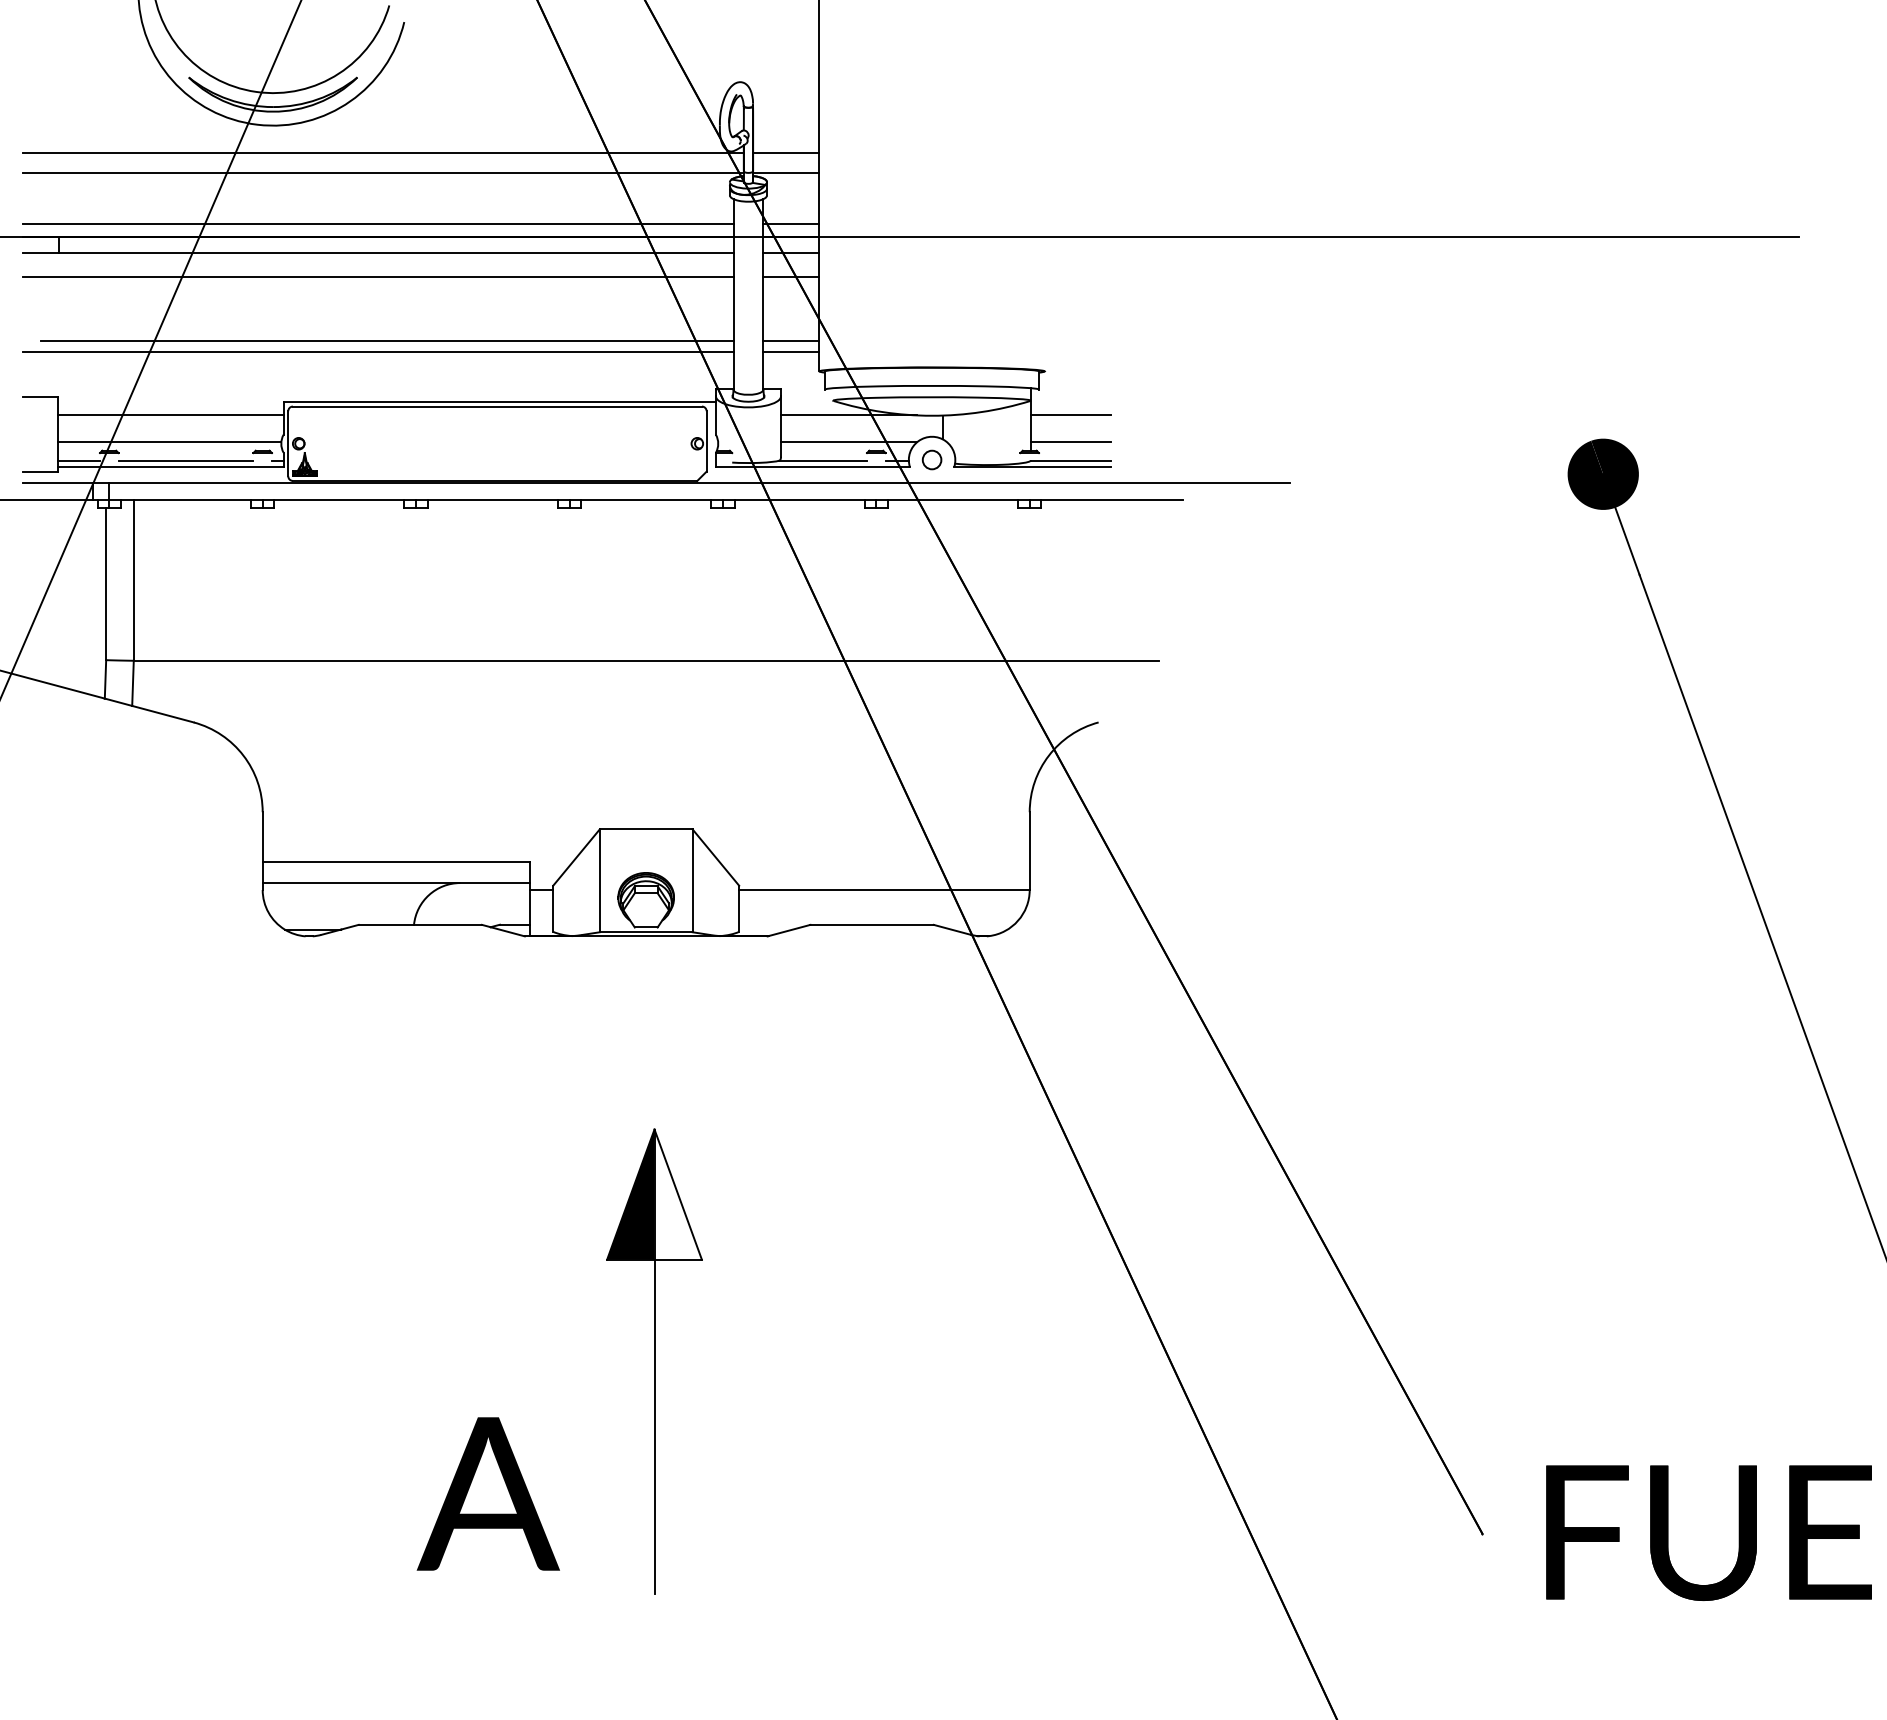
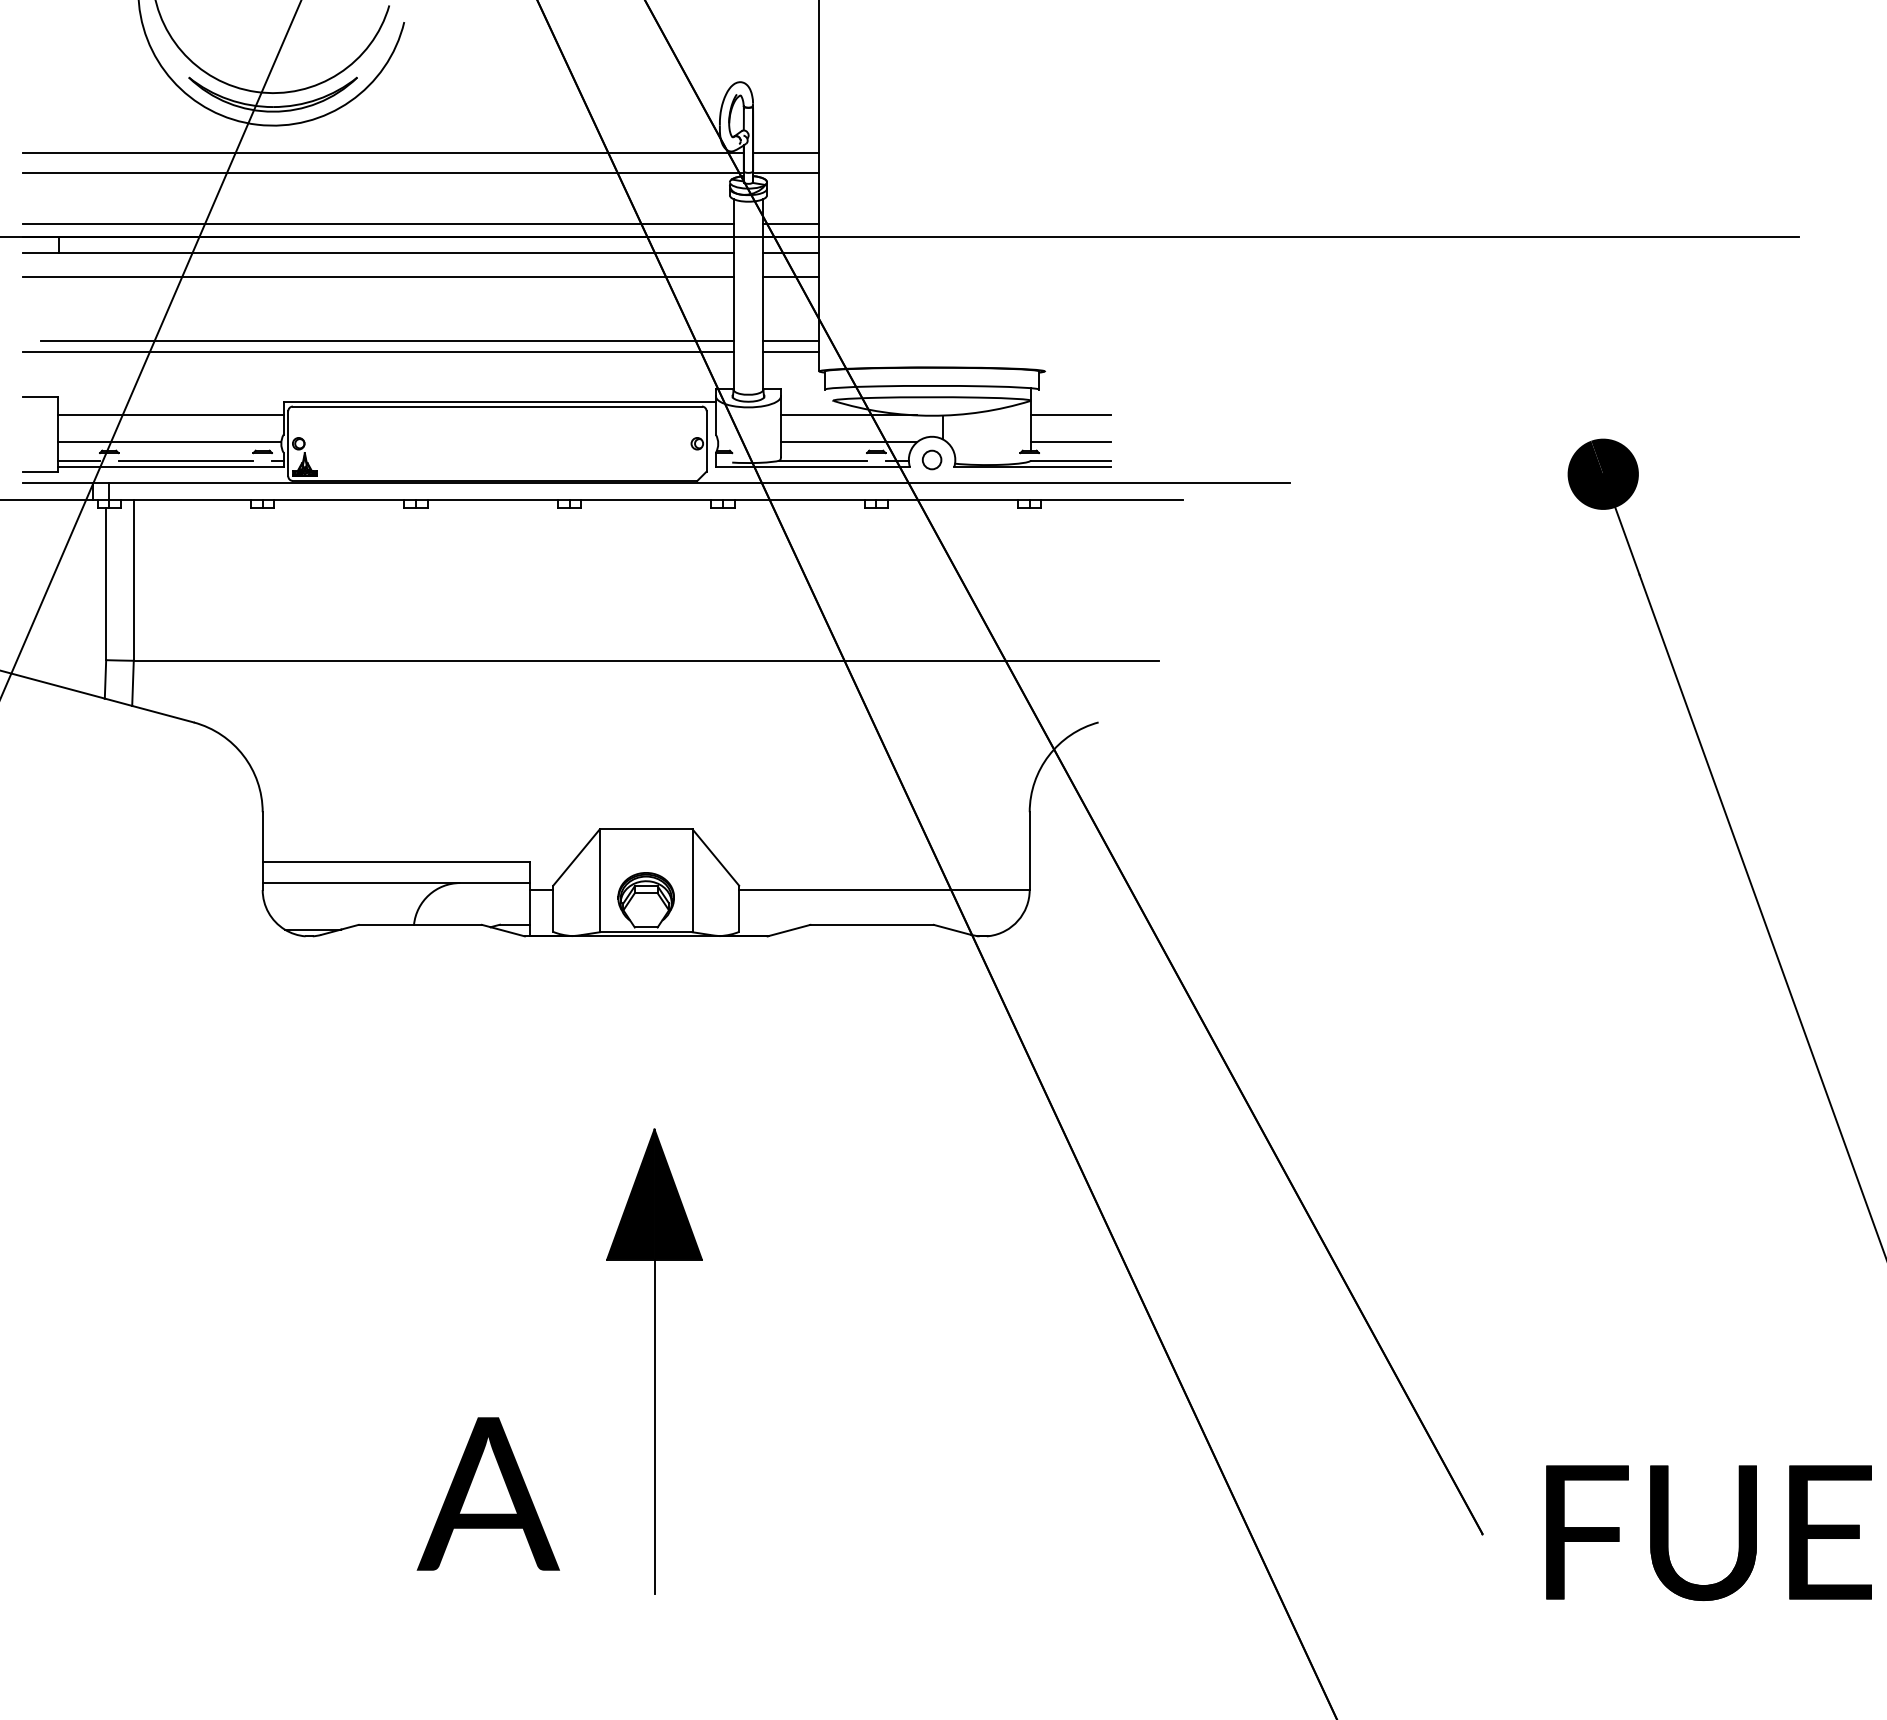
fill at (677, 1194): none -> present
